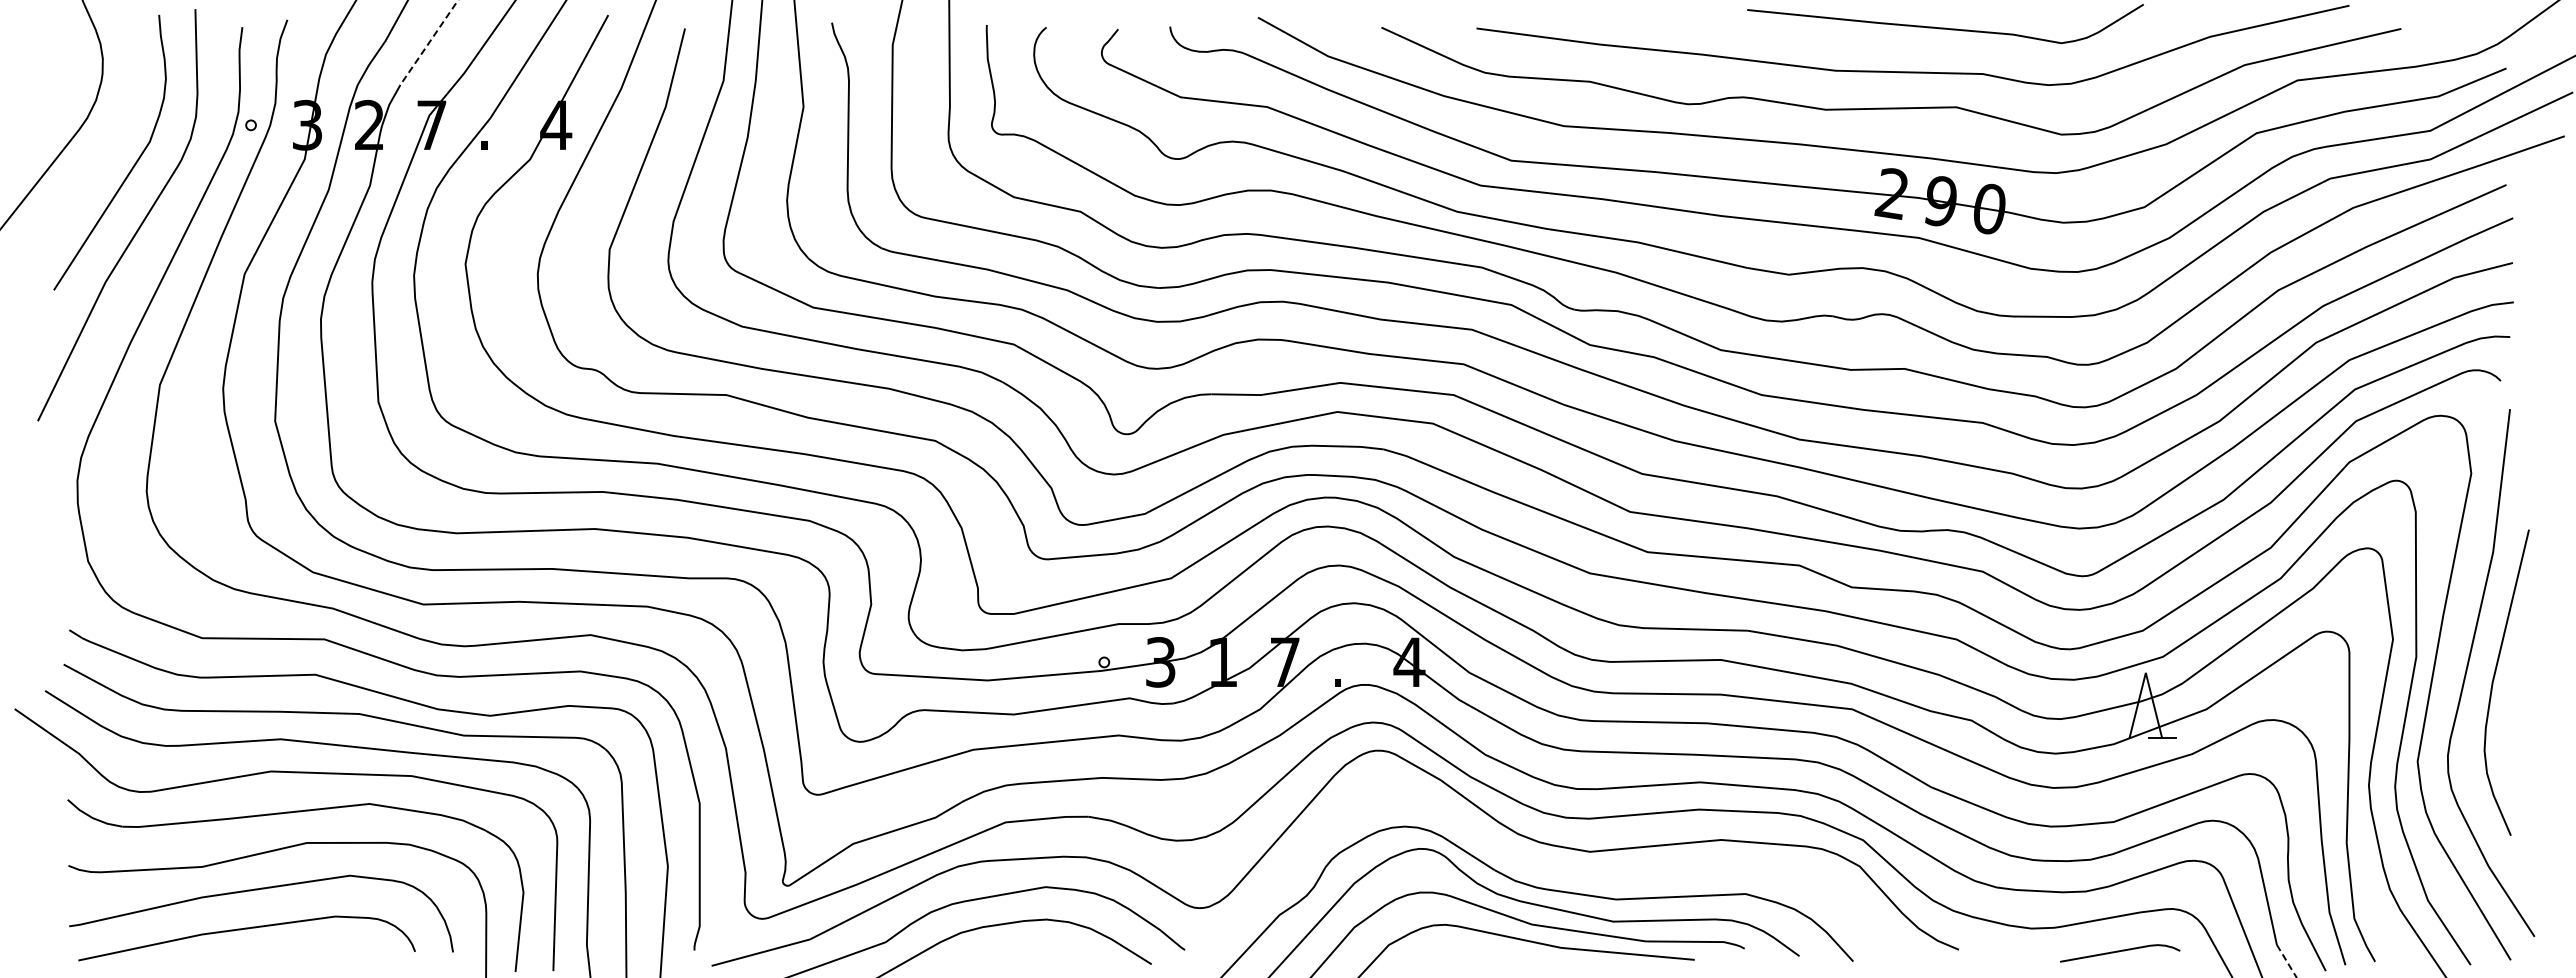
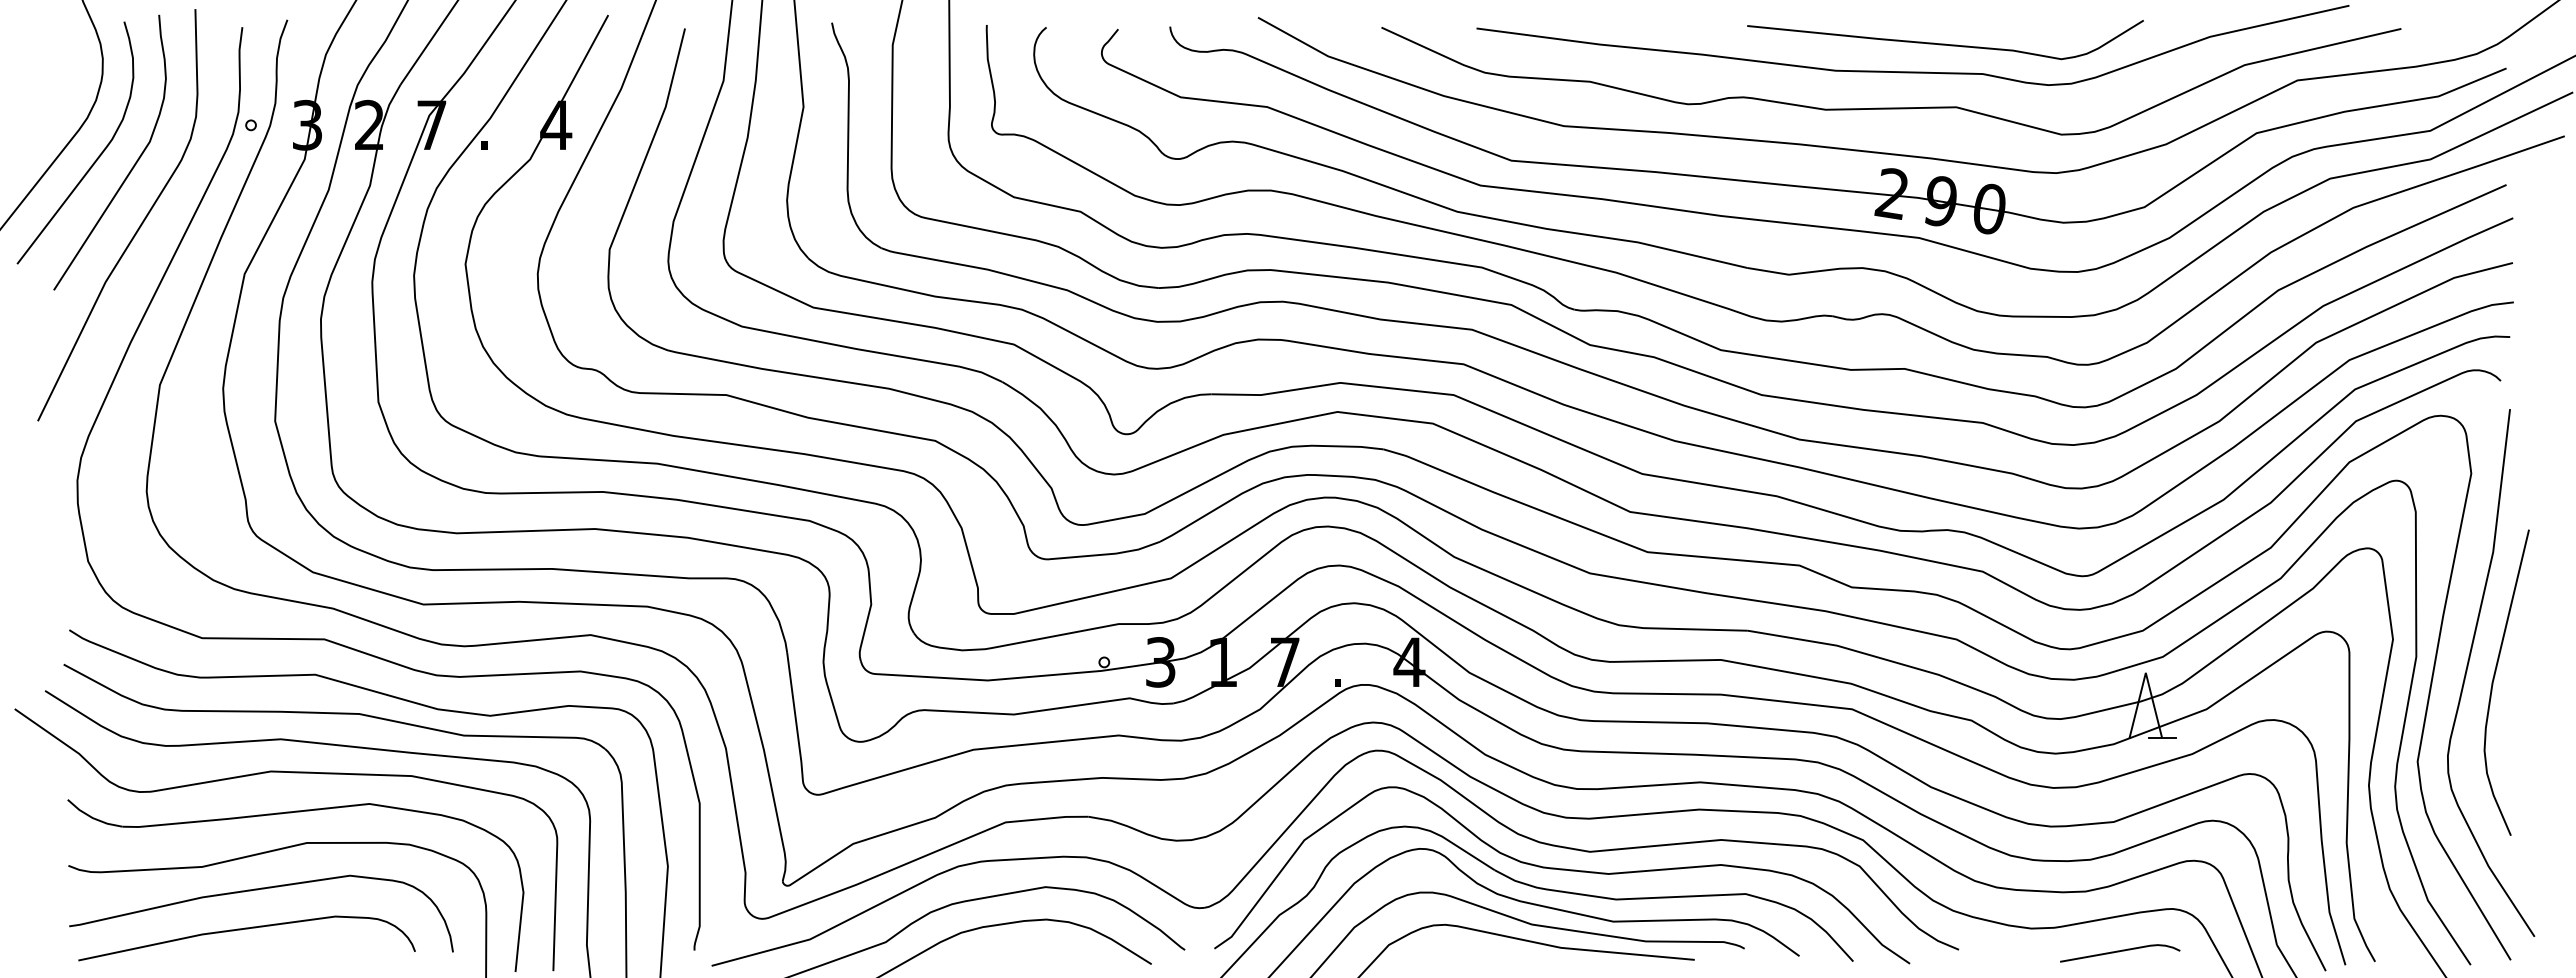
curve at (1945, 27) position: (1945, 27) -> (1945, 43)
line at (429, 42): dashed -> solid
curve at (96, 158): none -> present
curve at (1562, 870): none -> present
line at (2286, 961): dashed -> solid
